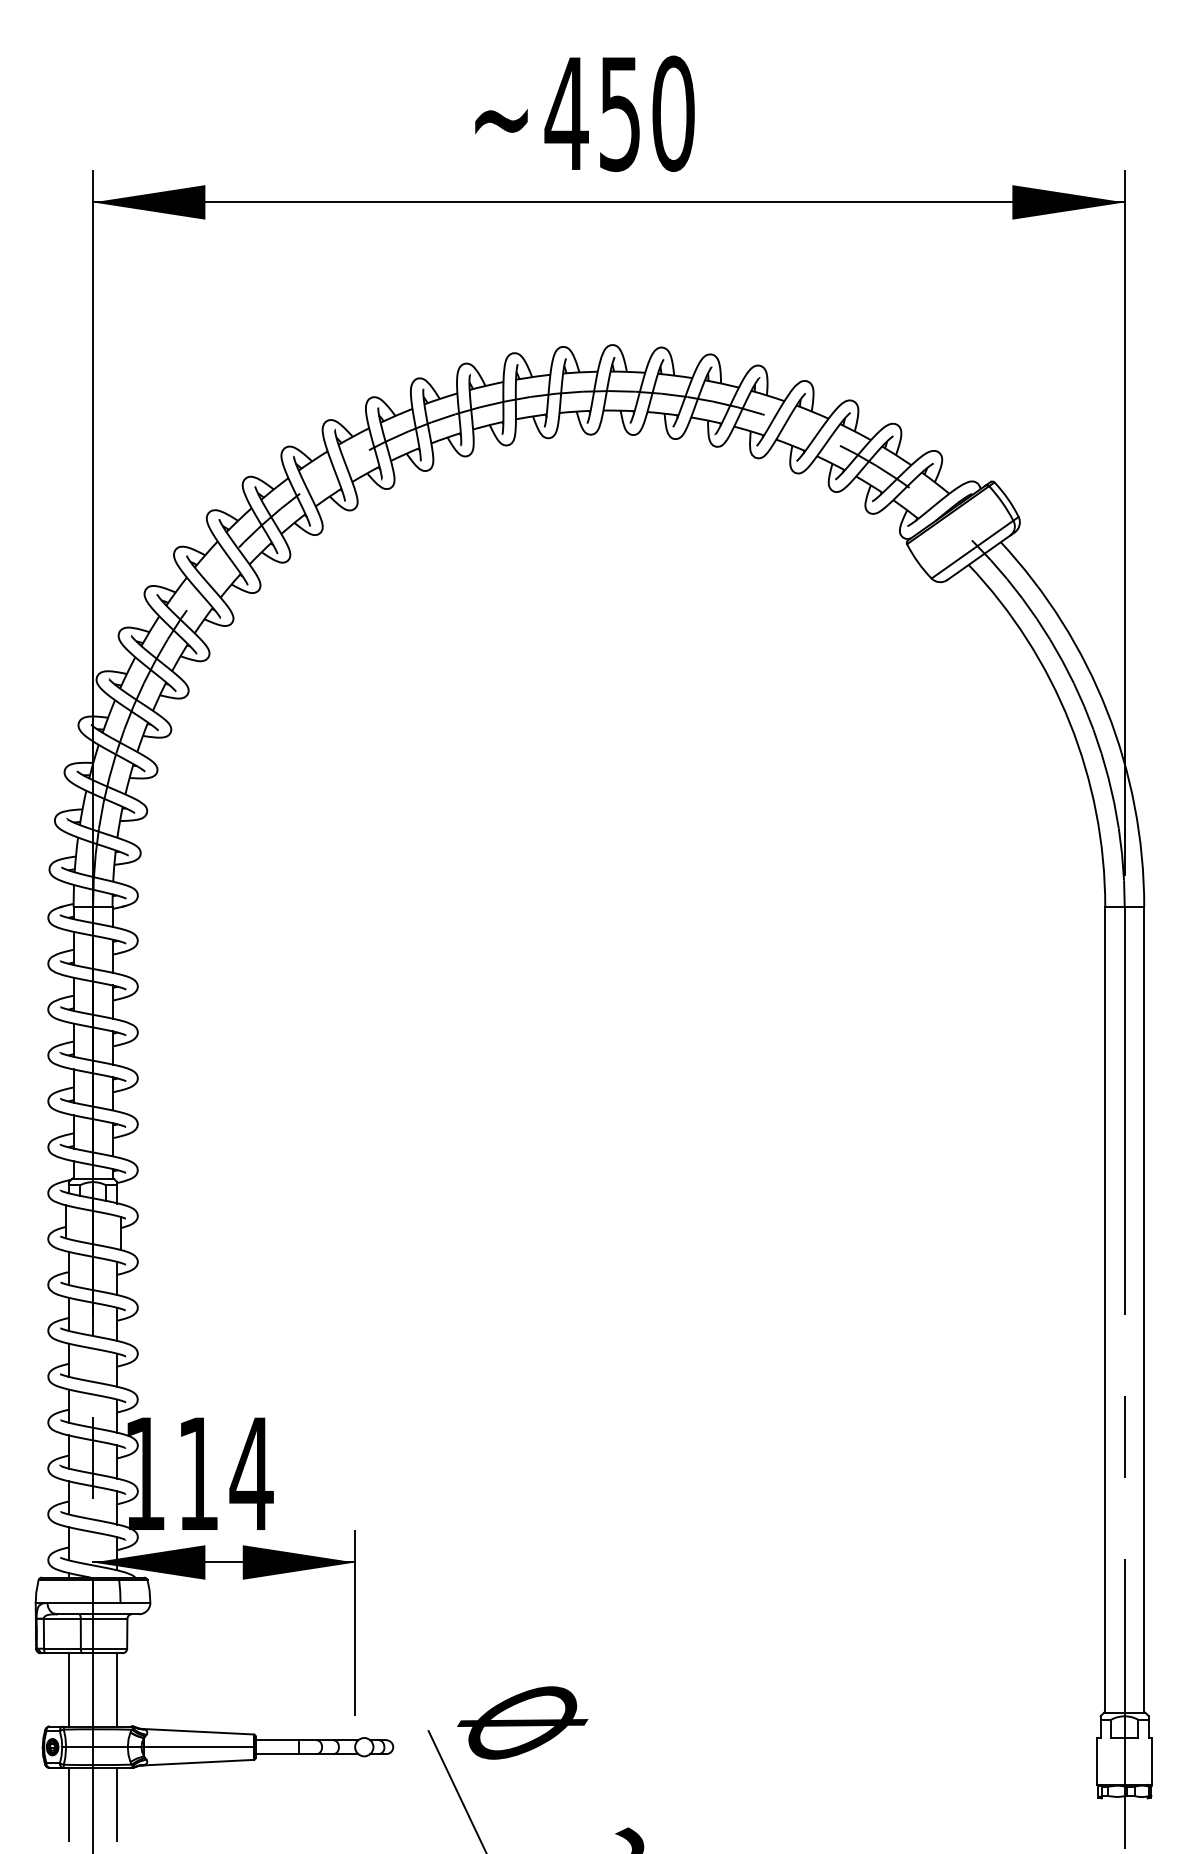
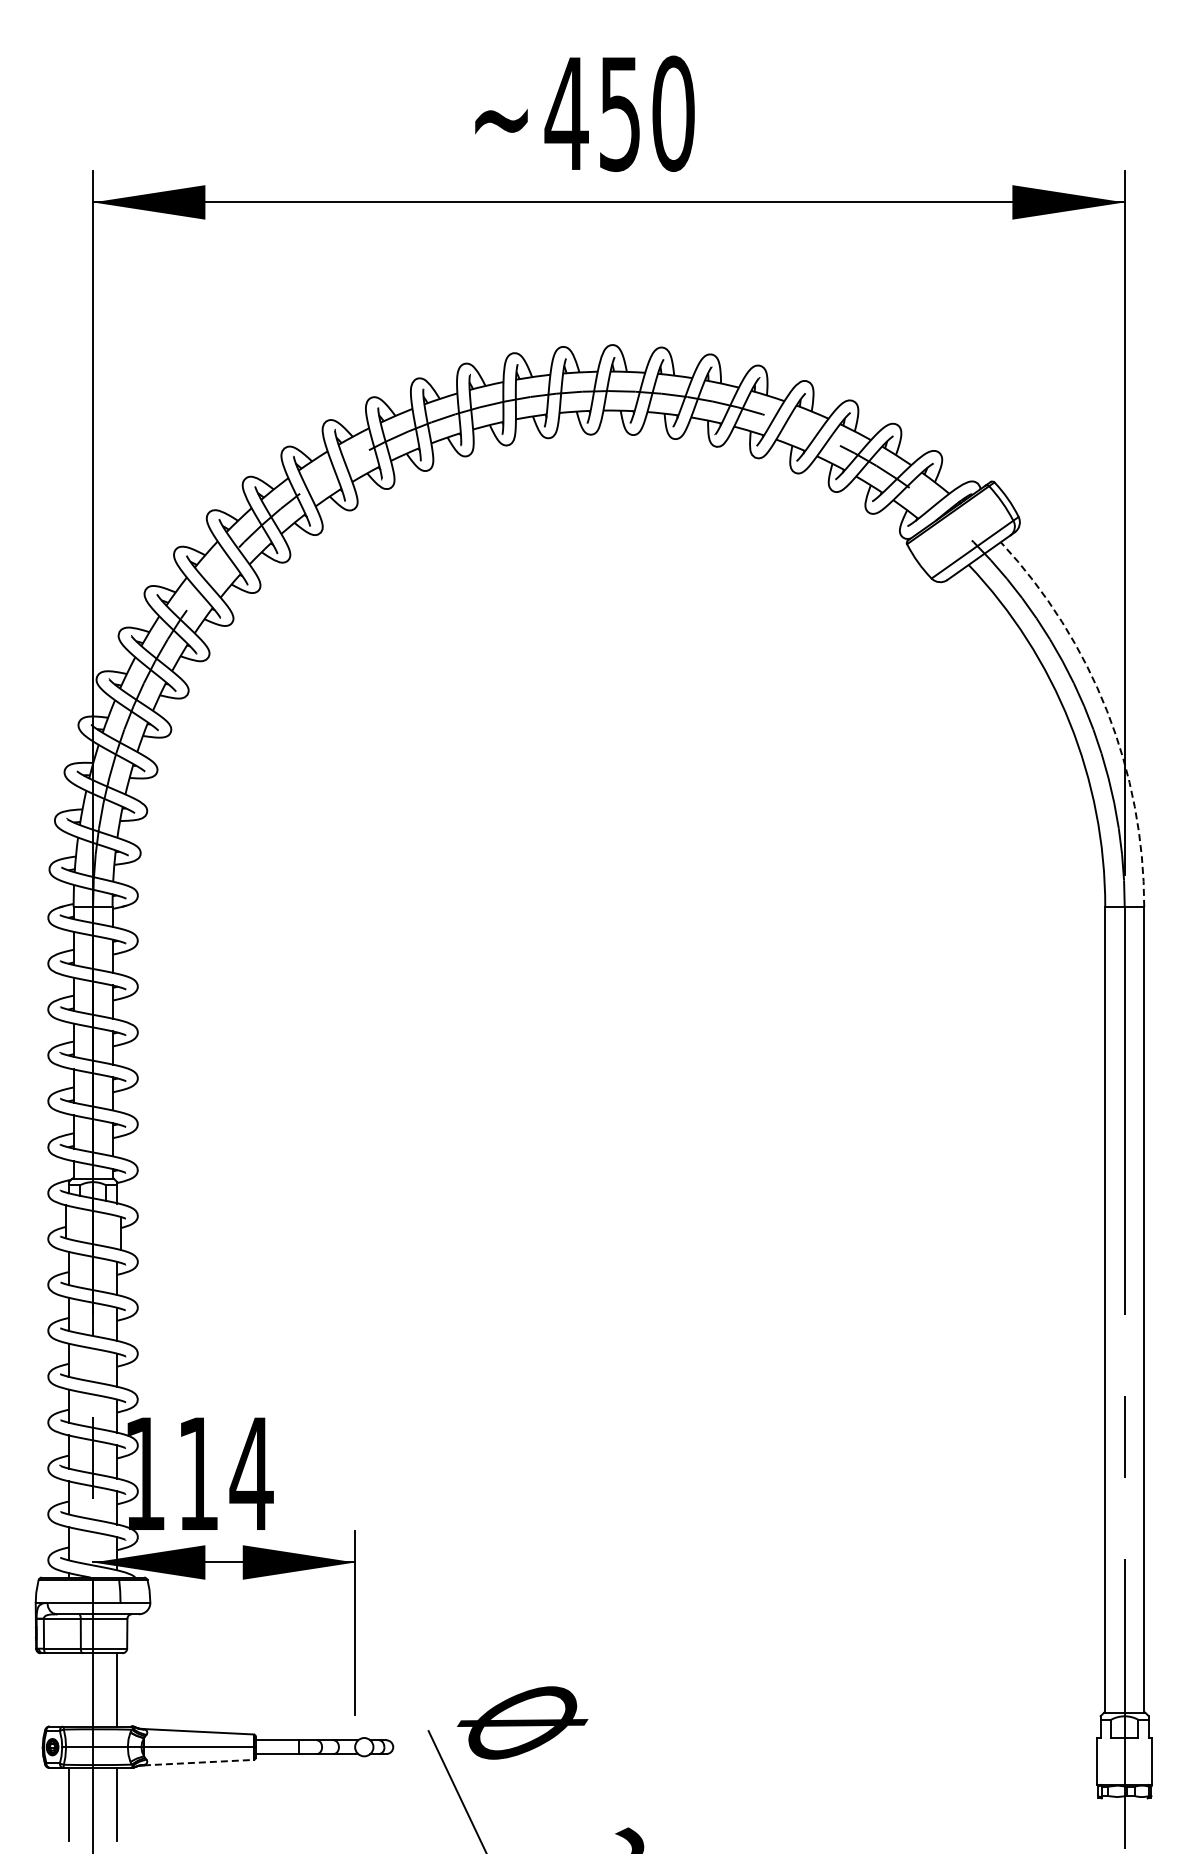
arc at (1107, 710): solid -> dashed
line at (68, 1689): present -> none
line at (198, 1762): solid -> dashed
